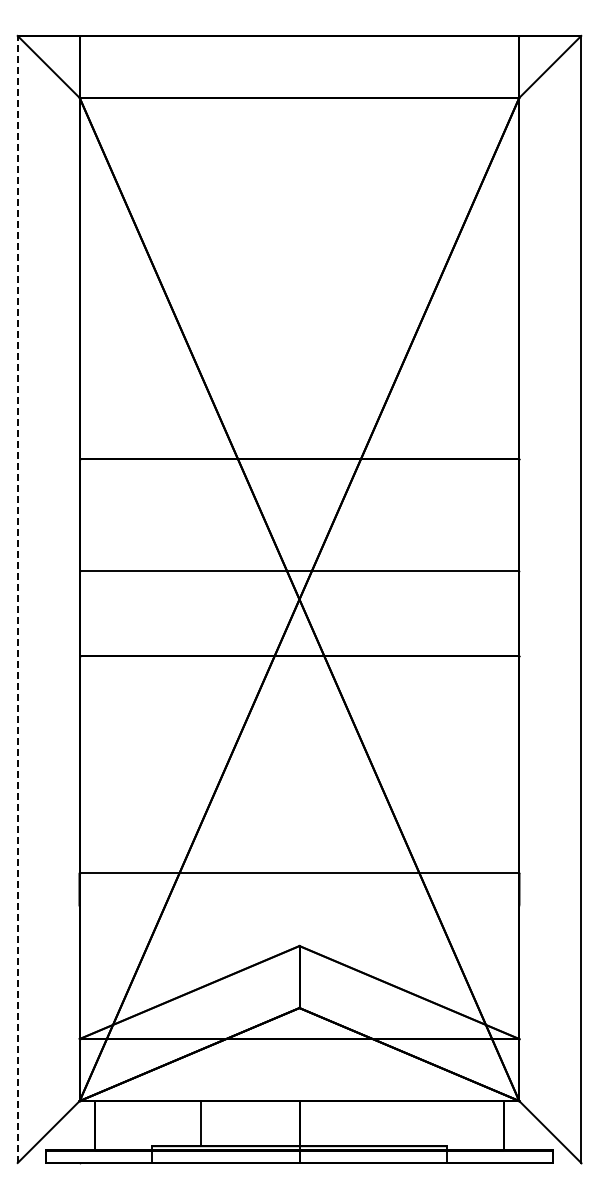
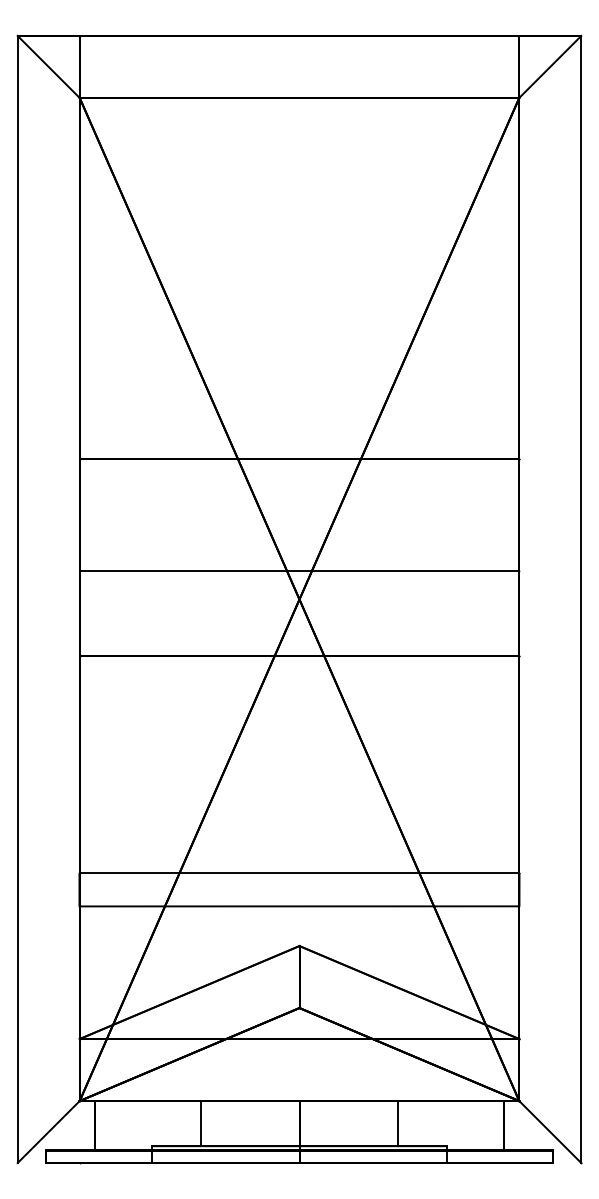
line at (17, 599): dashed -> solid
line at (299, 906): none -> present
line at (398, 1123): none -> present
